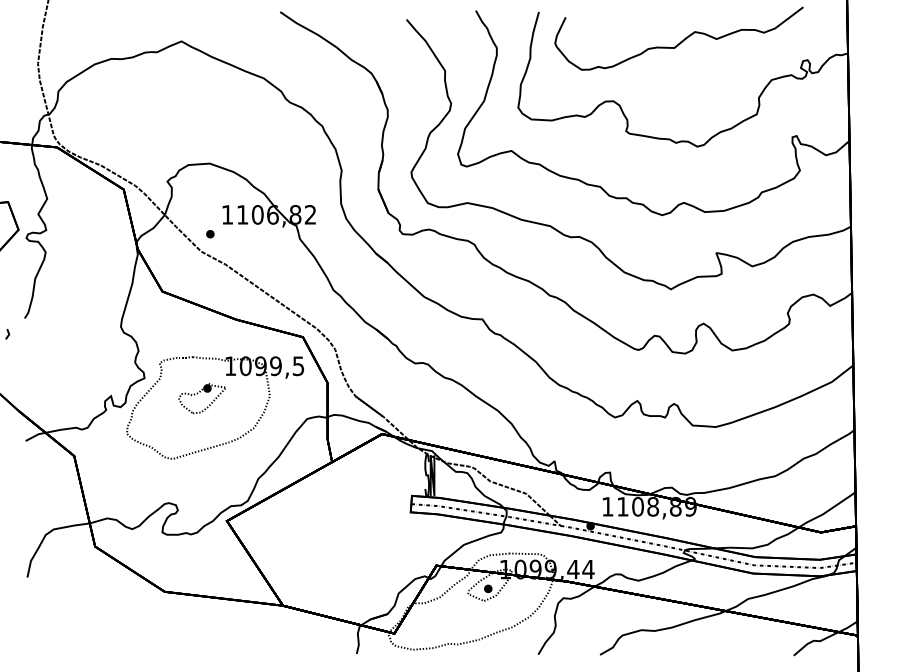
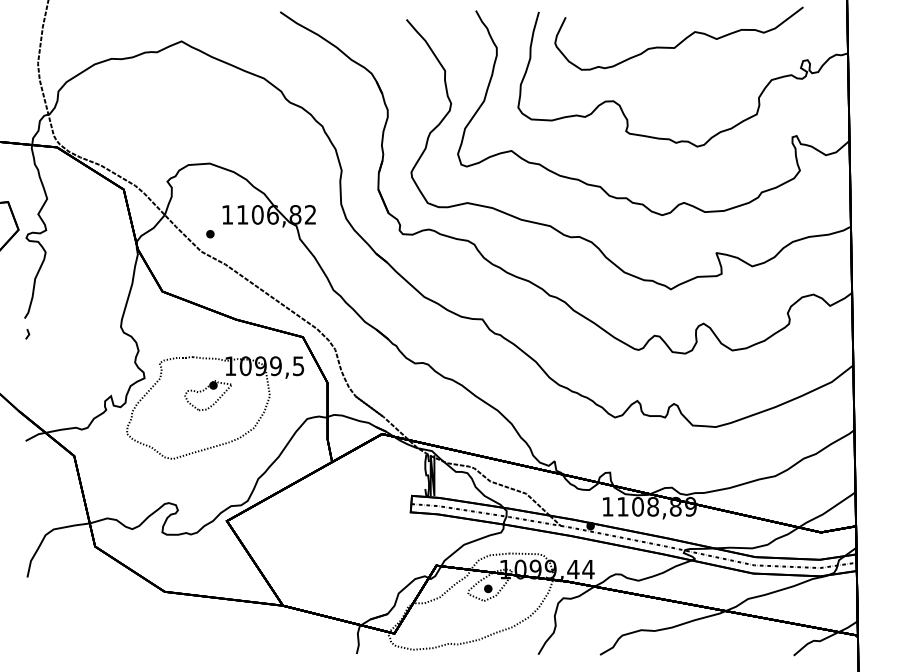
line at (7, 333) position: (7, 333) -> (27, 333)
part at (201, 398) position: (201, 398) -> (207, 395)
